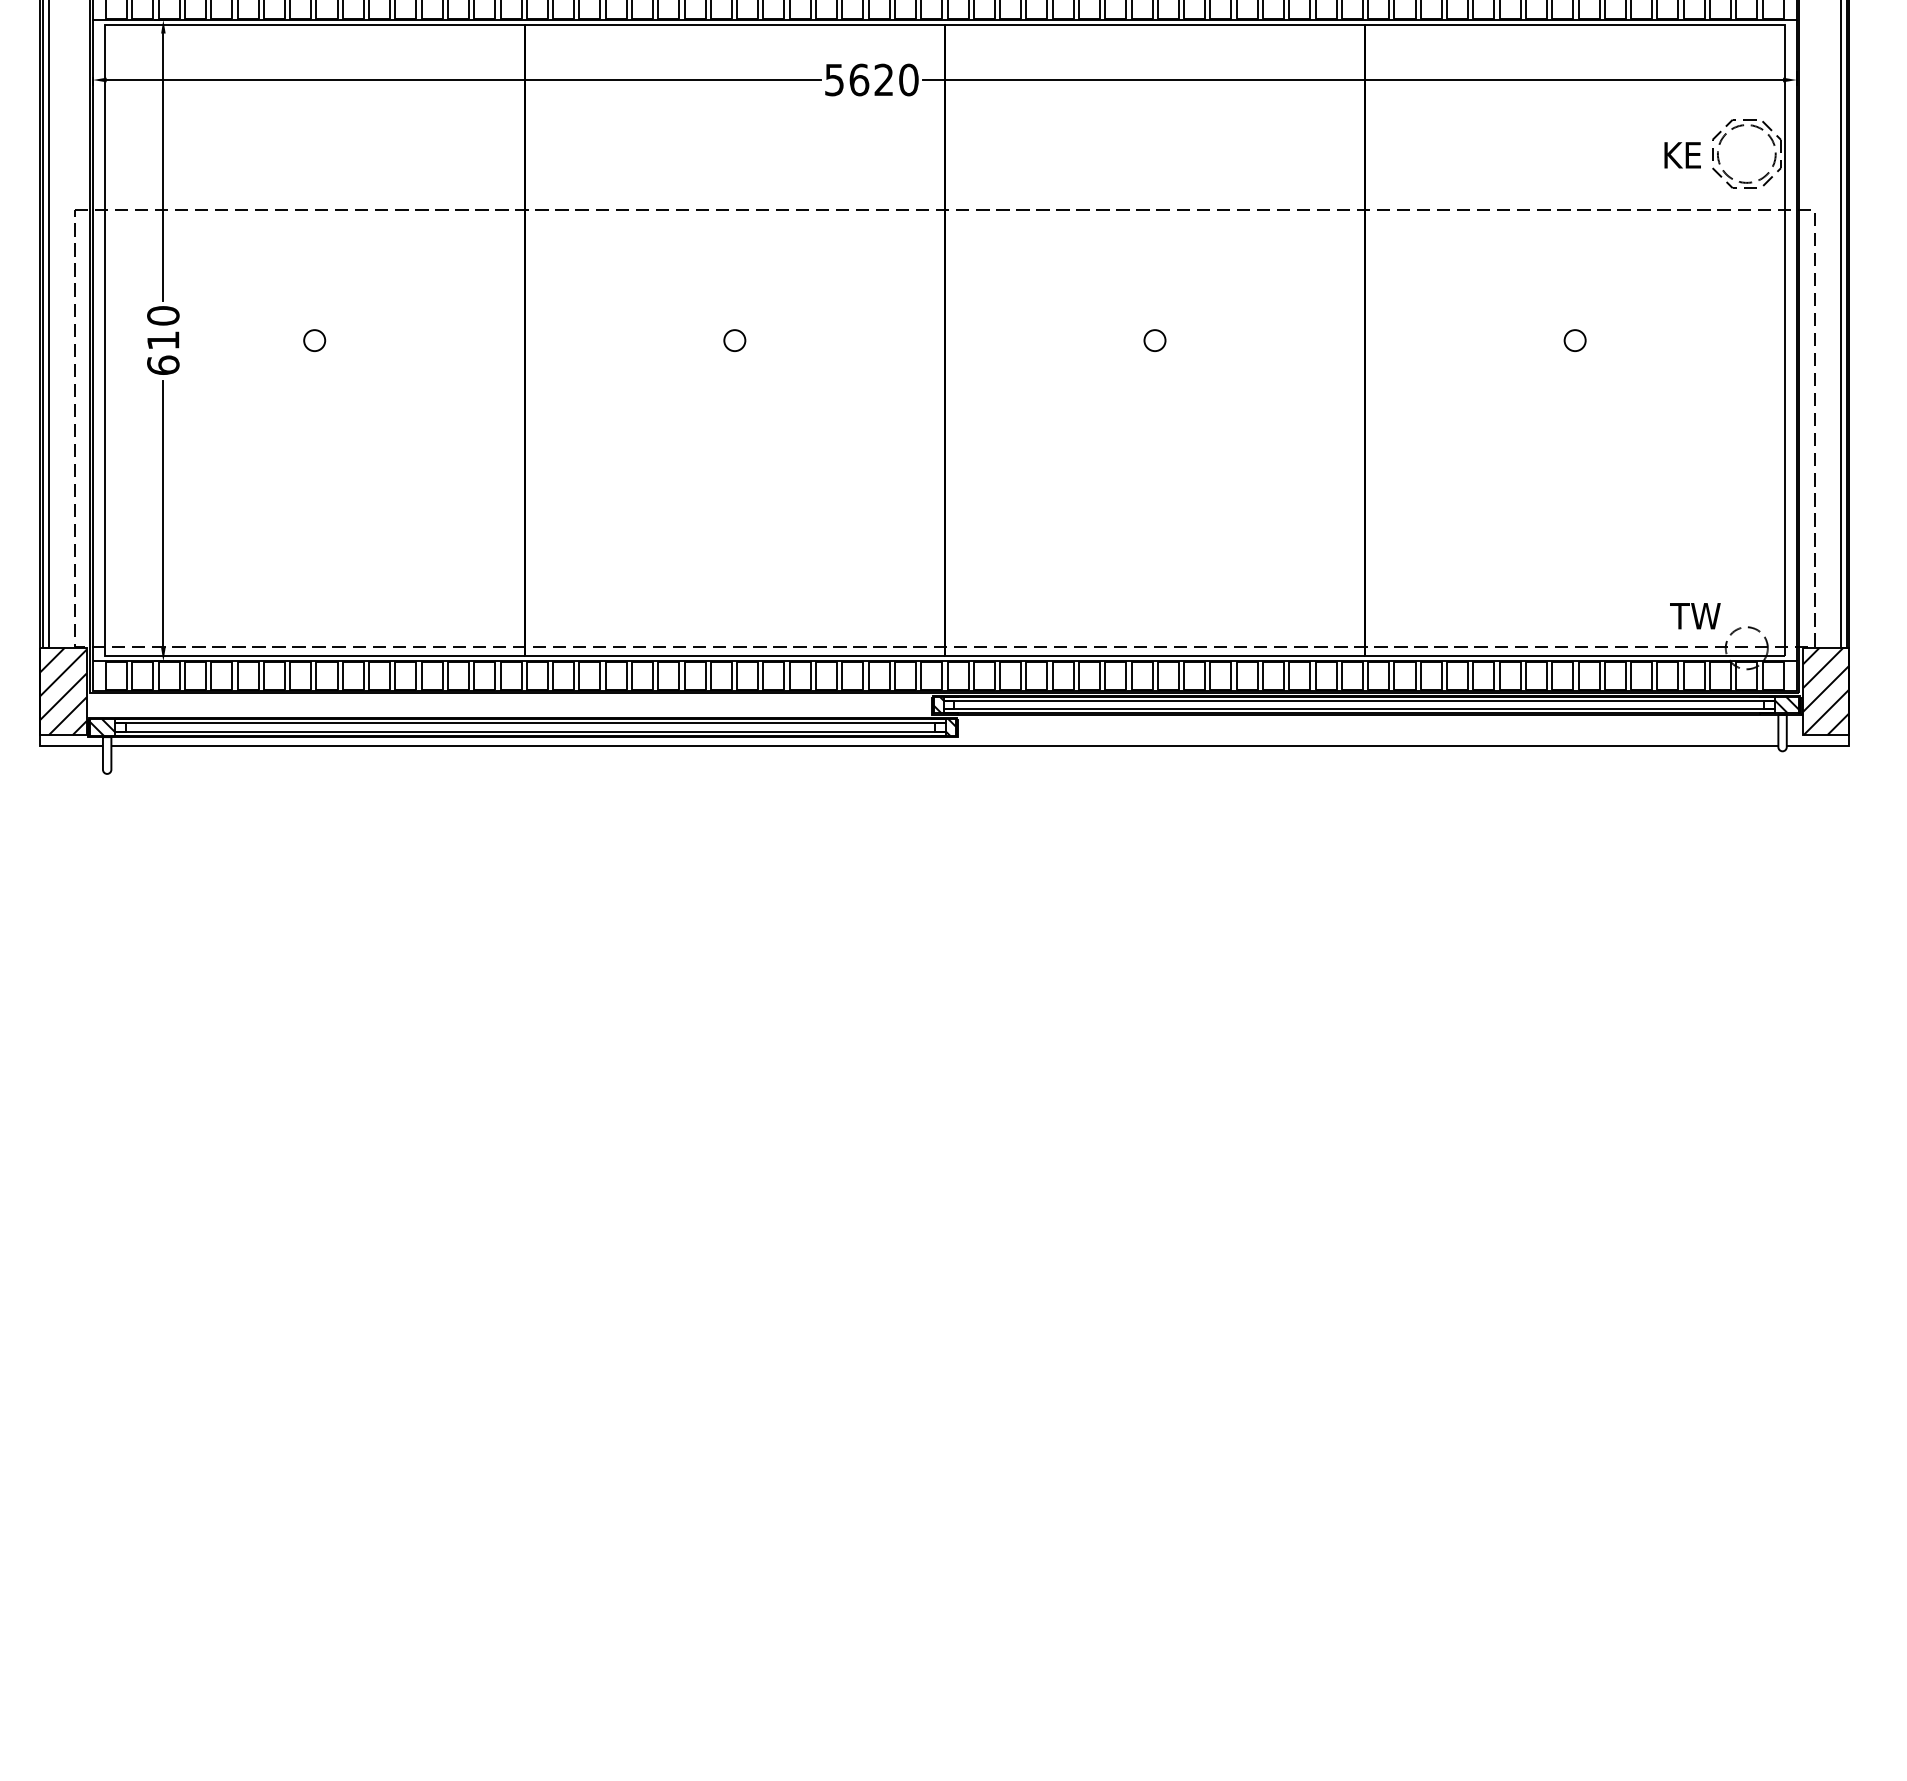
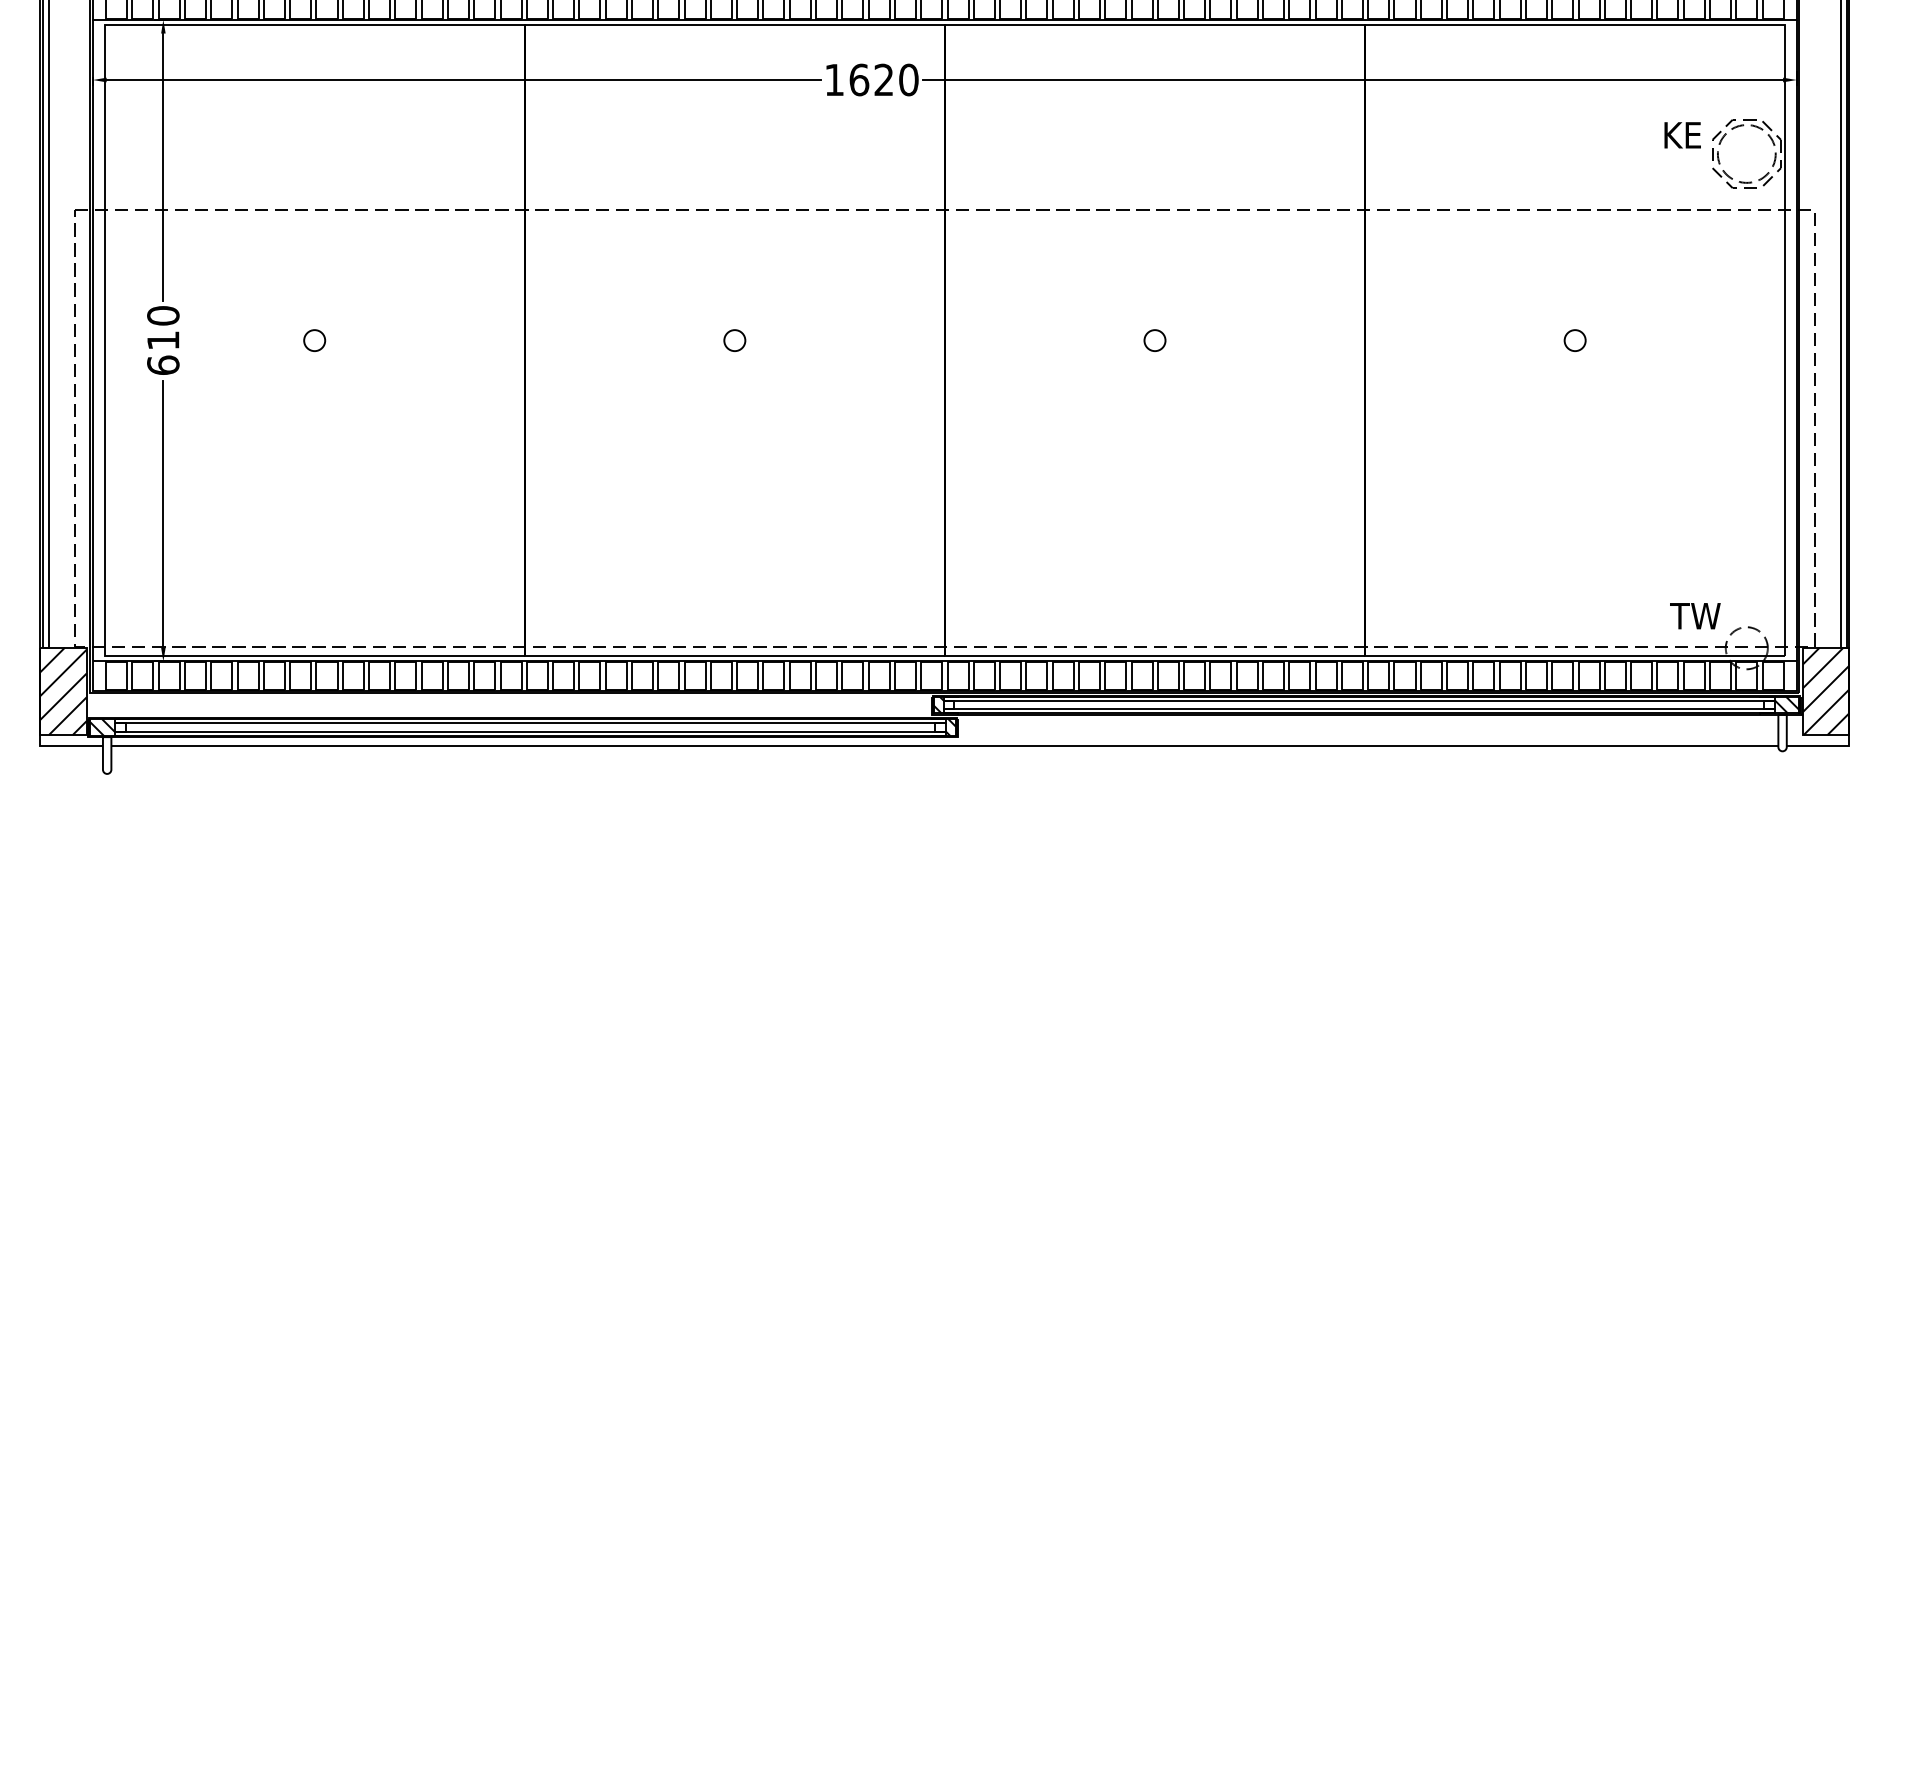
text at (834, 80): 5620 -> 1620
text at (1682, 155) position: (1682, 155) -> (1682, 135)
